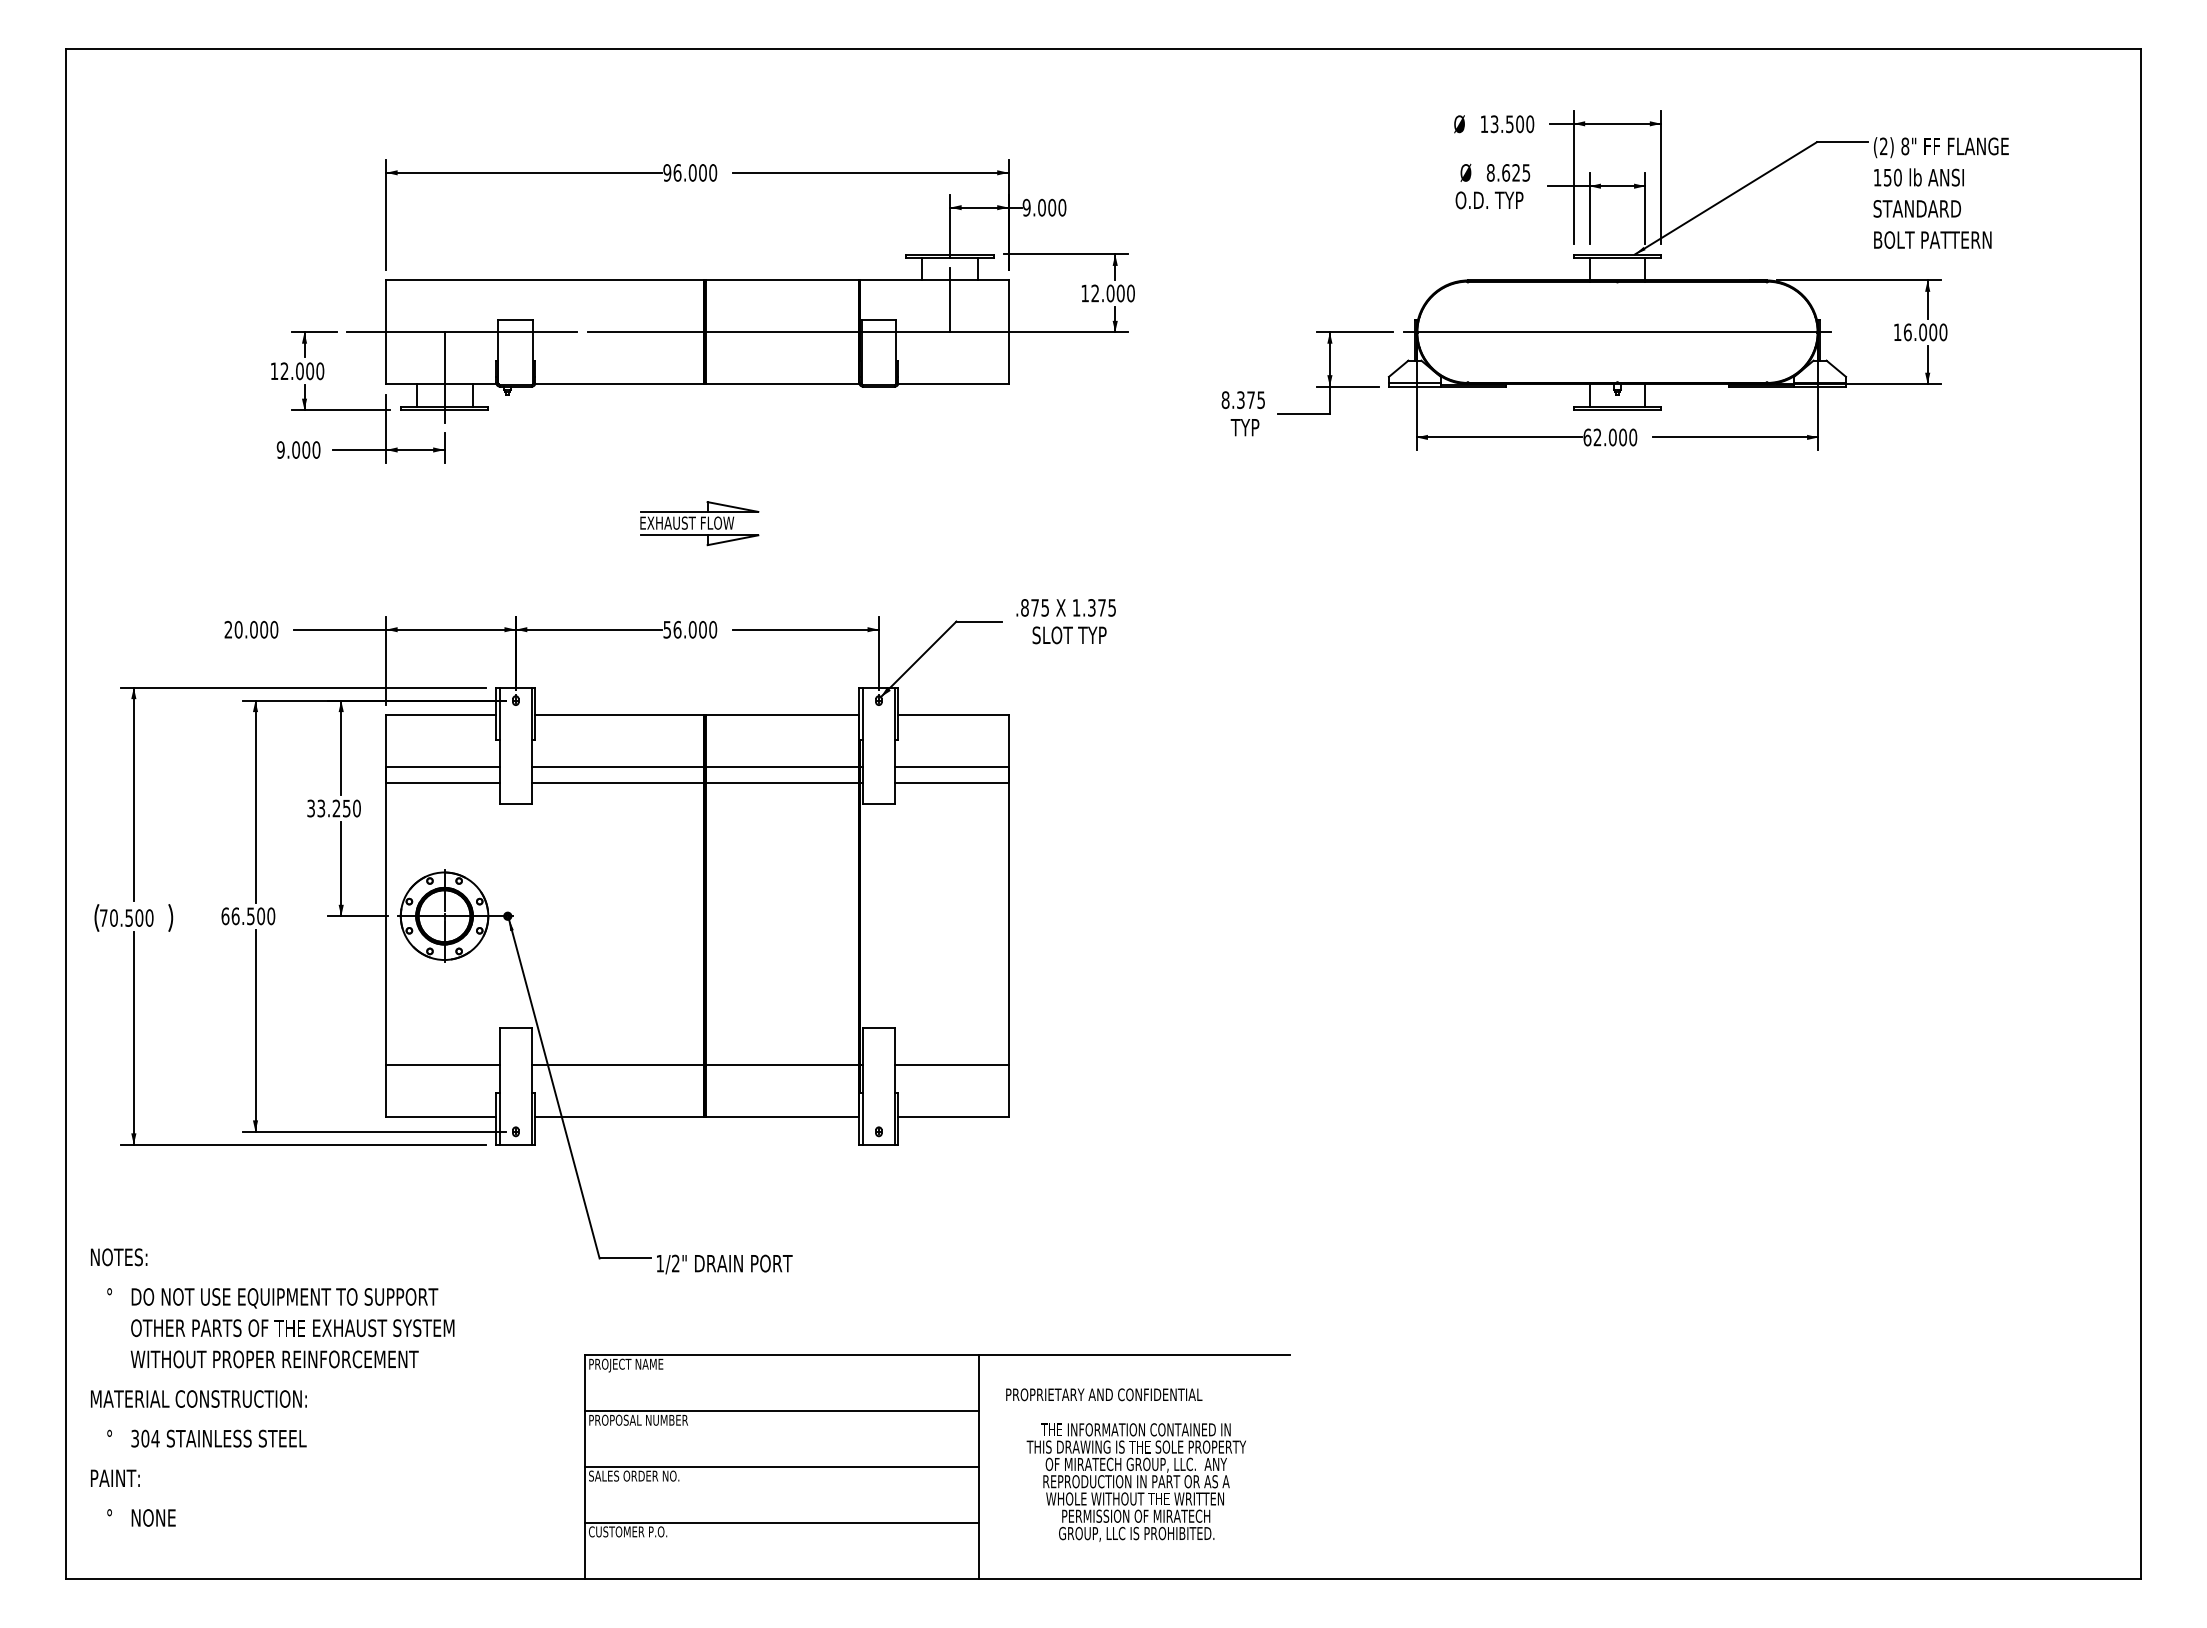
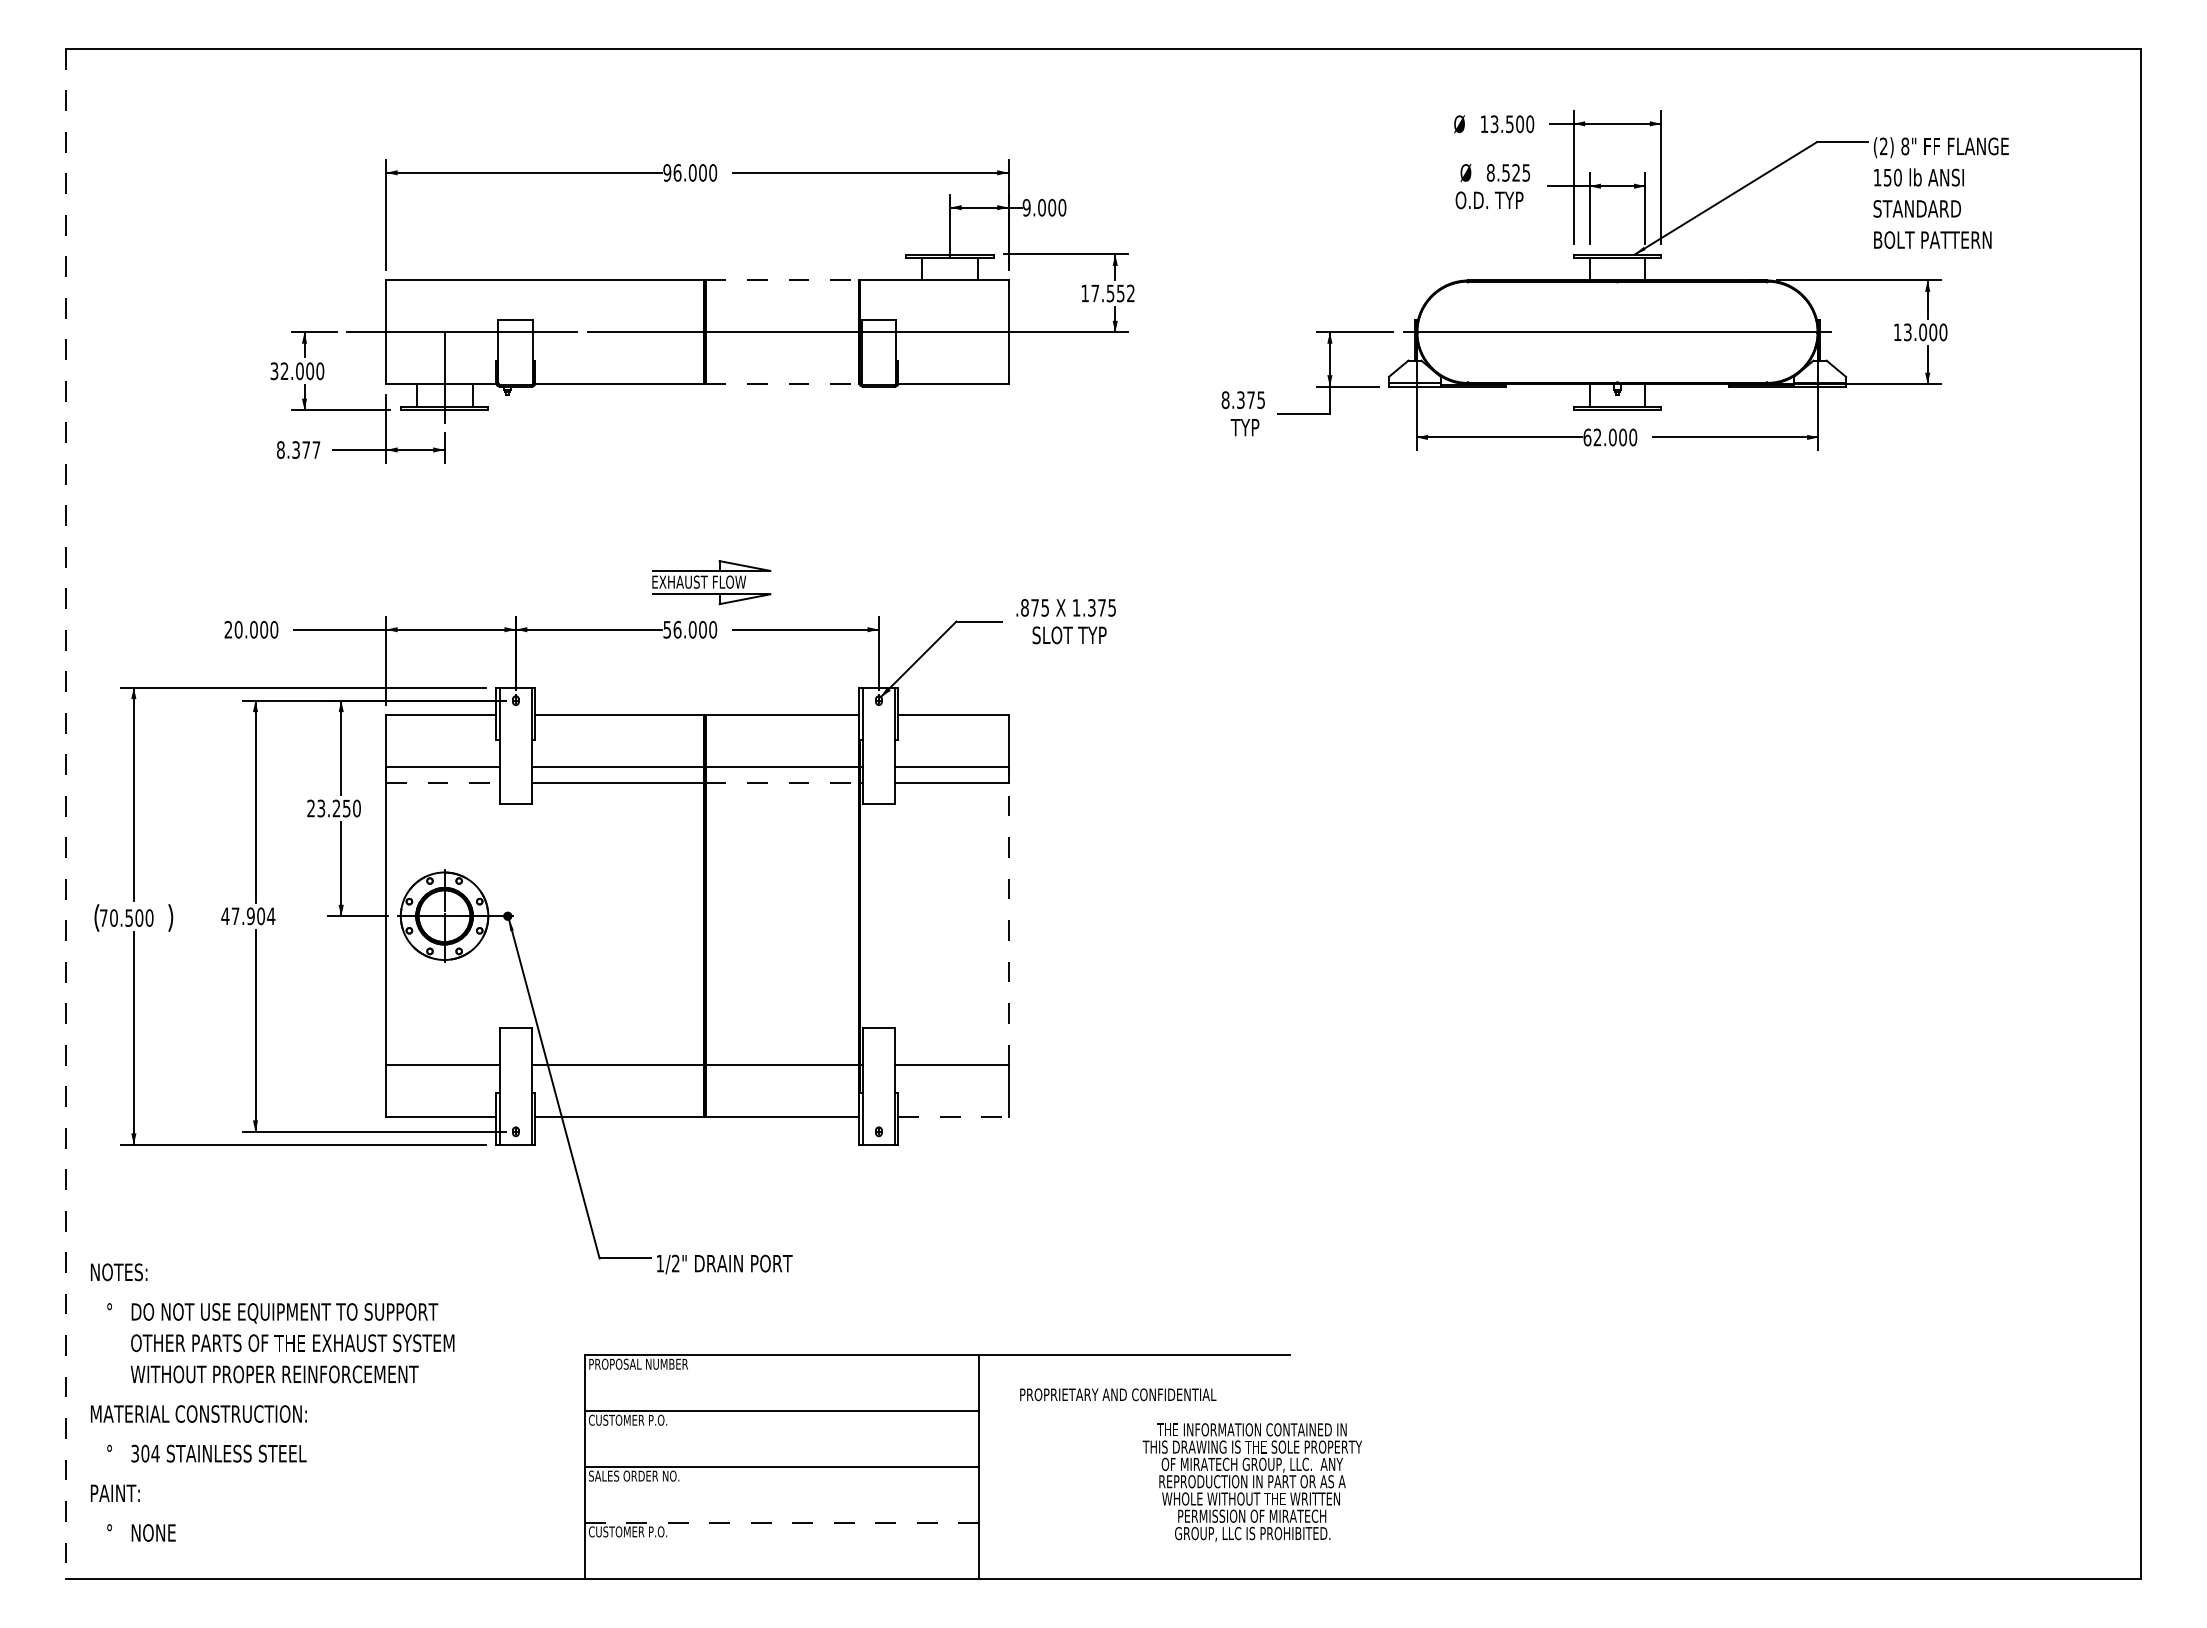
text at (1506, 172): 8.625 -> 8.525
line at (782, 280): solid -> dashed
text at (1112, 293): 12.000 -> 17.552
line at (950, 299): present -> none
text at (1907, 332): 16.000 -> 13.000
text at (274, 371): 12.000 -> 32.000
line at (782, 384): solid -> dashed
text at (298, 449): 9.000 -> 8.377
part at (699, 523) position: (699, 523) -> (711, 582)
line at (442, 783): solid -> dashed
line at (782, 783): solid -> dashed
text at (310, 808): 33.250 -> 23.250
line at (66, 814): solid -> dashed
line at (1008, 915): solid -> dashed
text at (248, 916): 66.500 -> 47.904
line at (953, 1117): solid -> dashed
text at (648, 1365): PROJECT NAME -> PROPOSAL NUMBER
text at (272, 1387) position: (272, 1387) -> (272, 1402)
text at (1104, 1394) position: (1104, 1394) -> (1118, 1394)
text at (638, 1419): PROPOSAL NUMBER -> CUSTOMER P.O.
text at (1135, 1482) position: (1135, 1482) -> (1251, 1482)
line at (782, 1522): solid -> dashed
